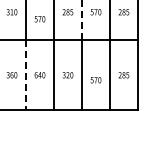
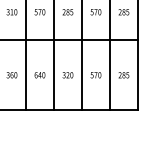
text at (39, 19) position: (39, 19) -> (39, 12)
line at (81, 20): dashed -> solid
line at (25, 75): dashed -> solid
text at (95, 80) position: (95, 80) -> (95, 75)
